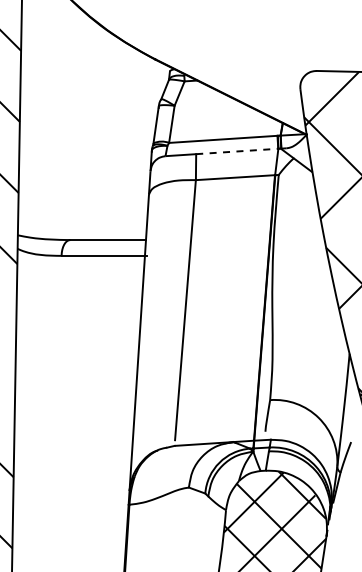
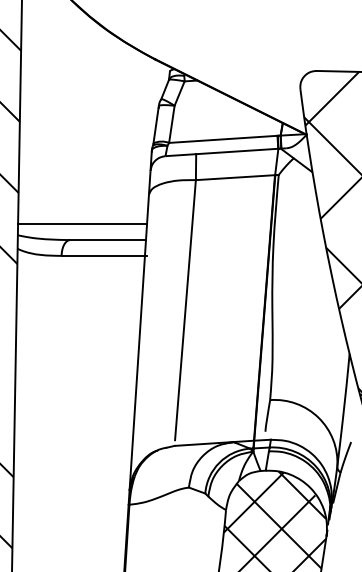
line at (237, 151): dashed -> solid
line at (82, 224): none -> present
